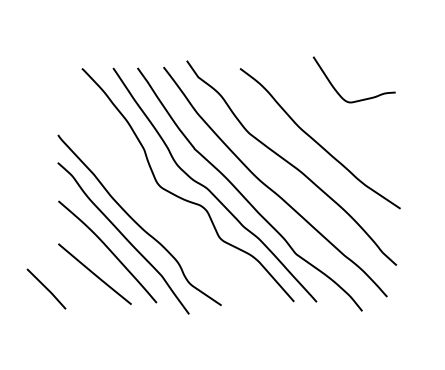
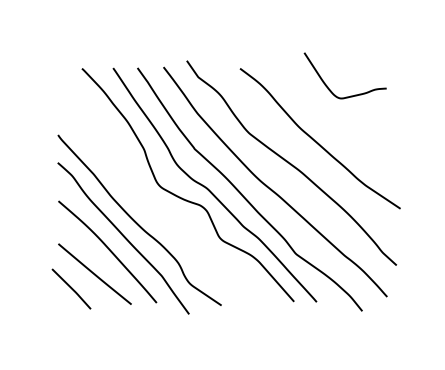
curve at (336, 89) position: (336, 89) -> (327, 85)
line at (46, 288) position: (46, 288) -> (71, 288)
